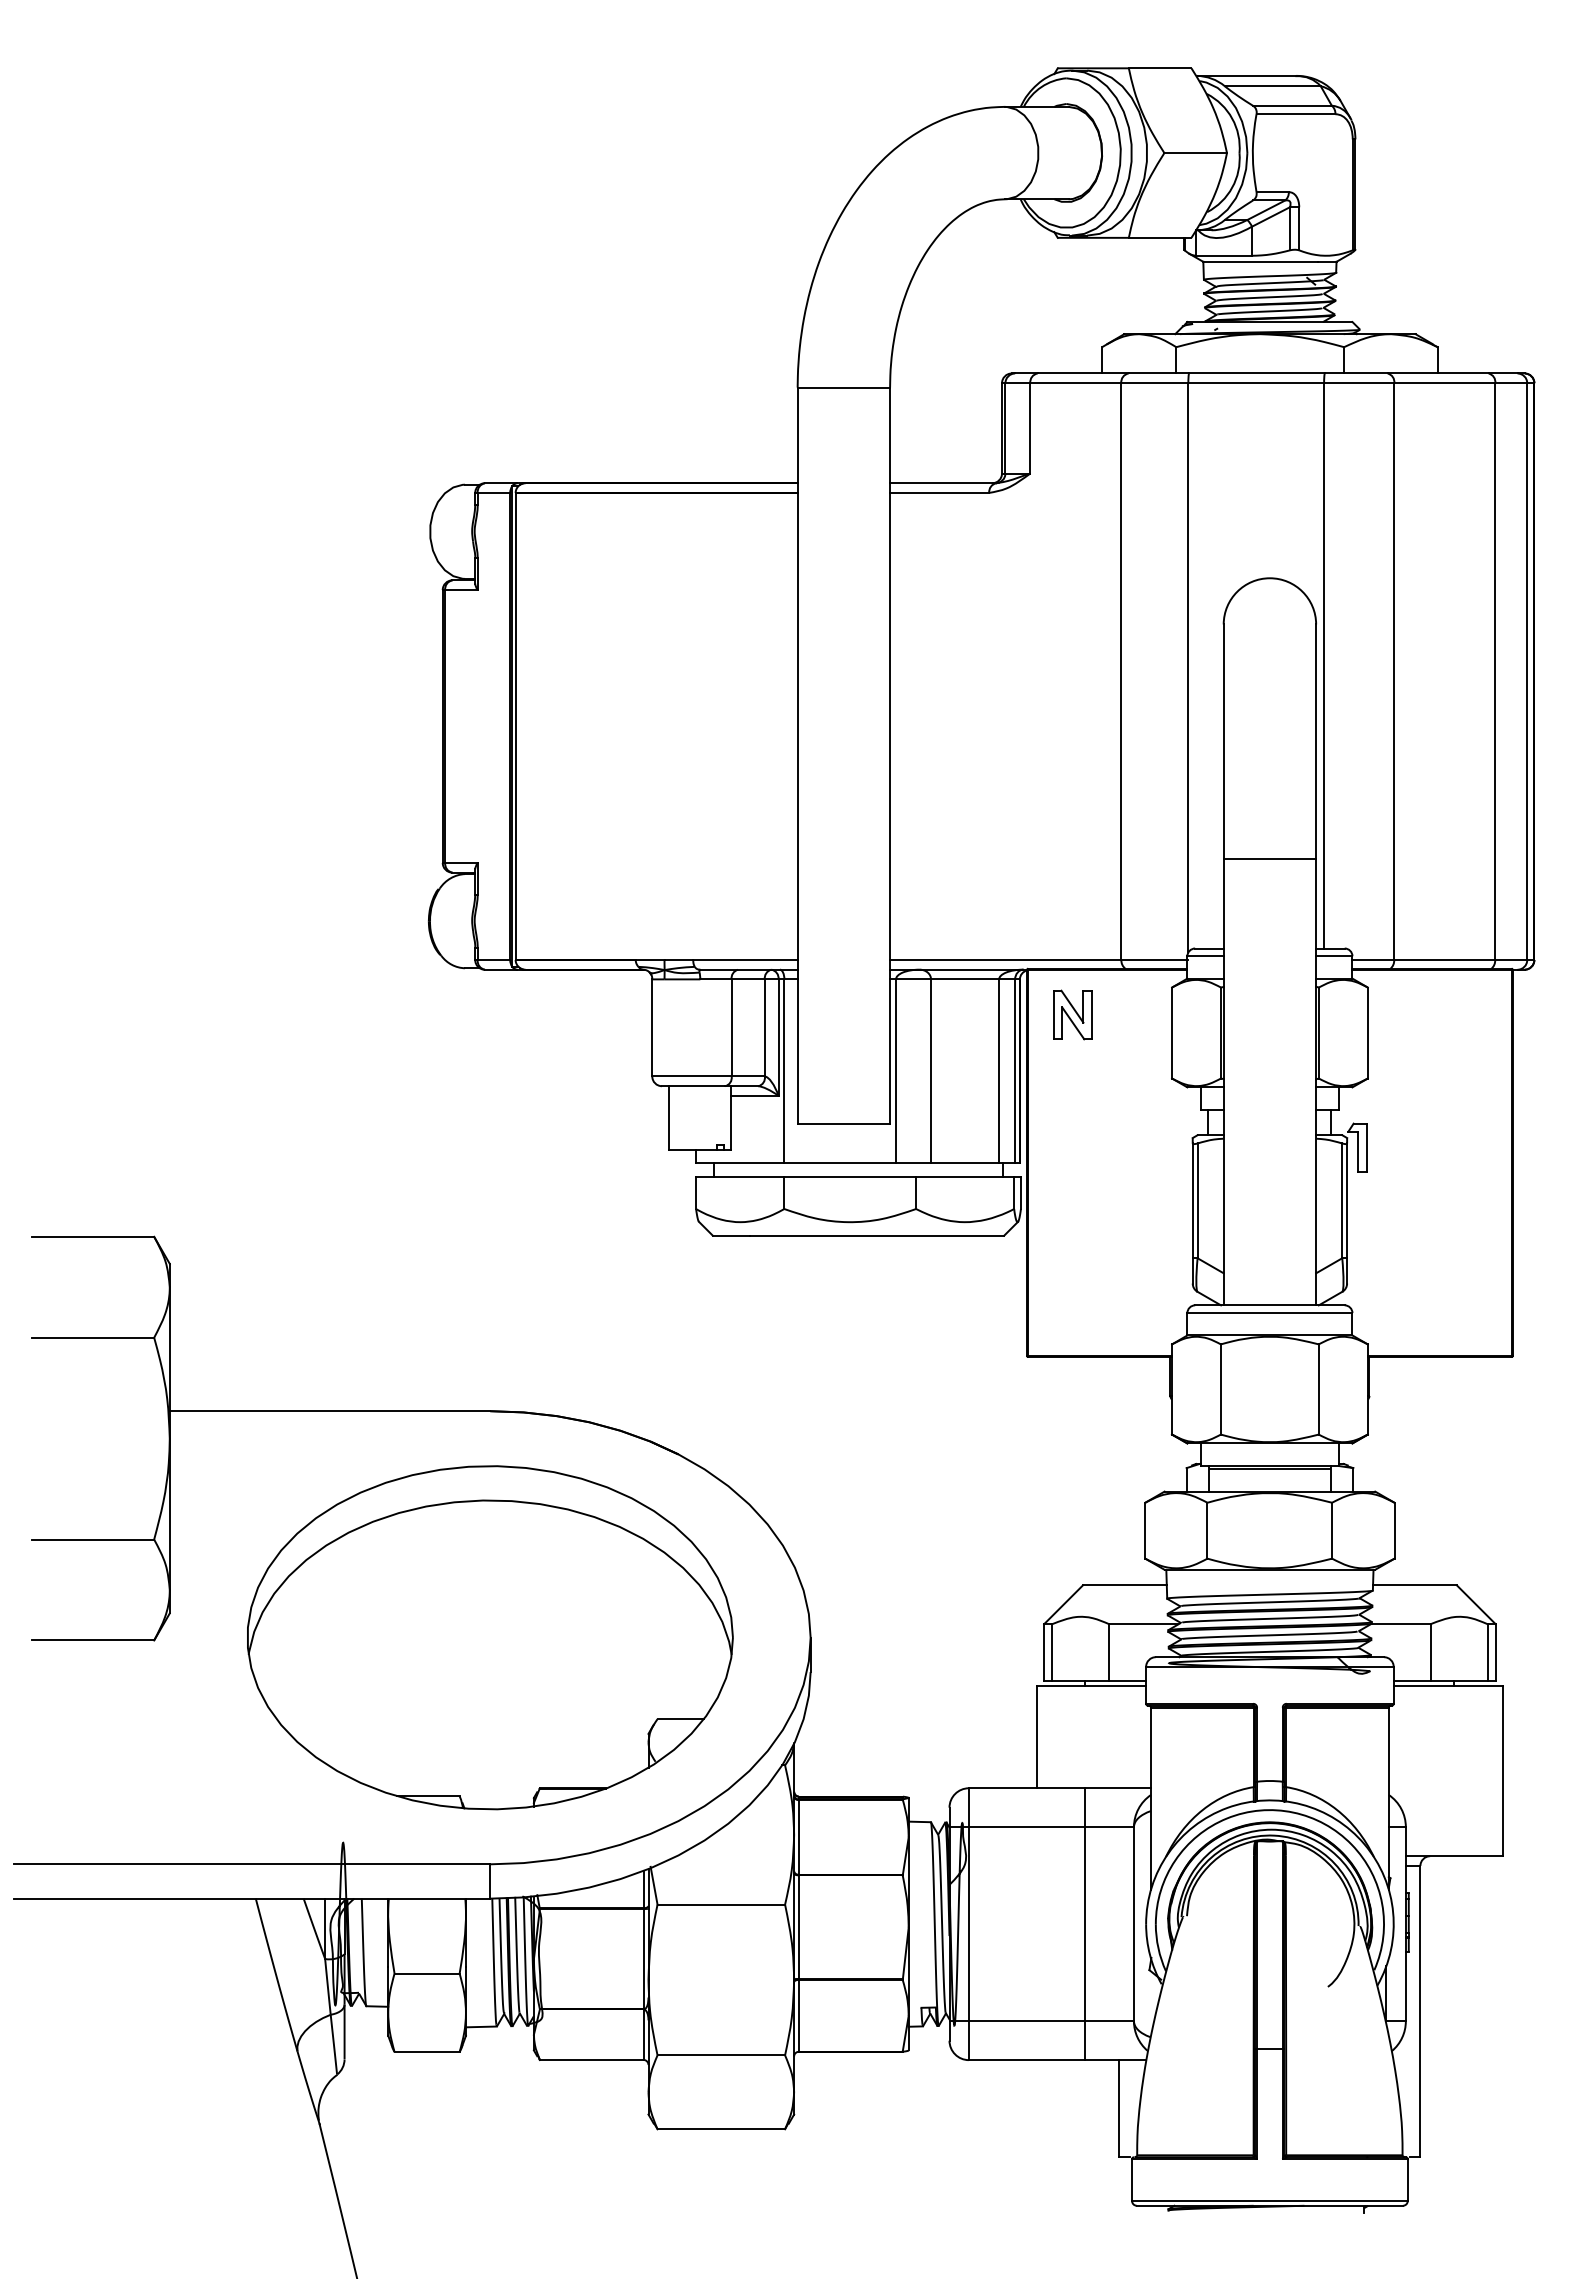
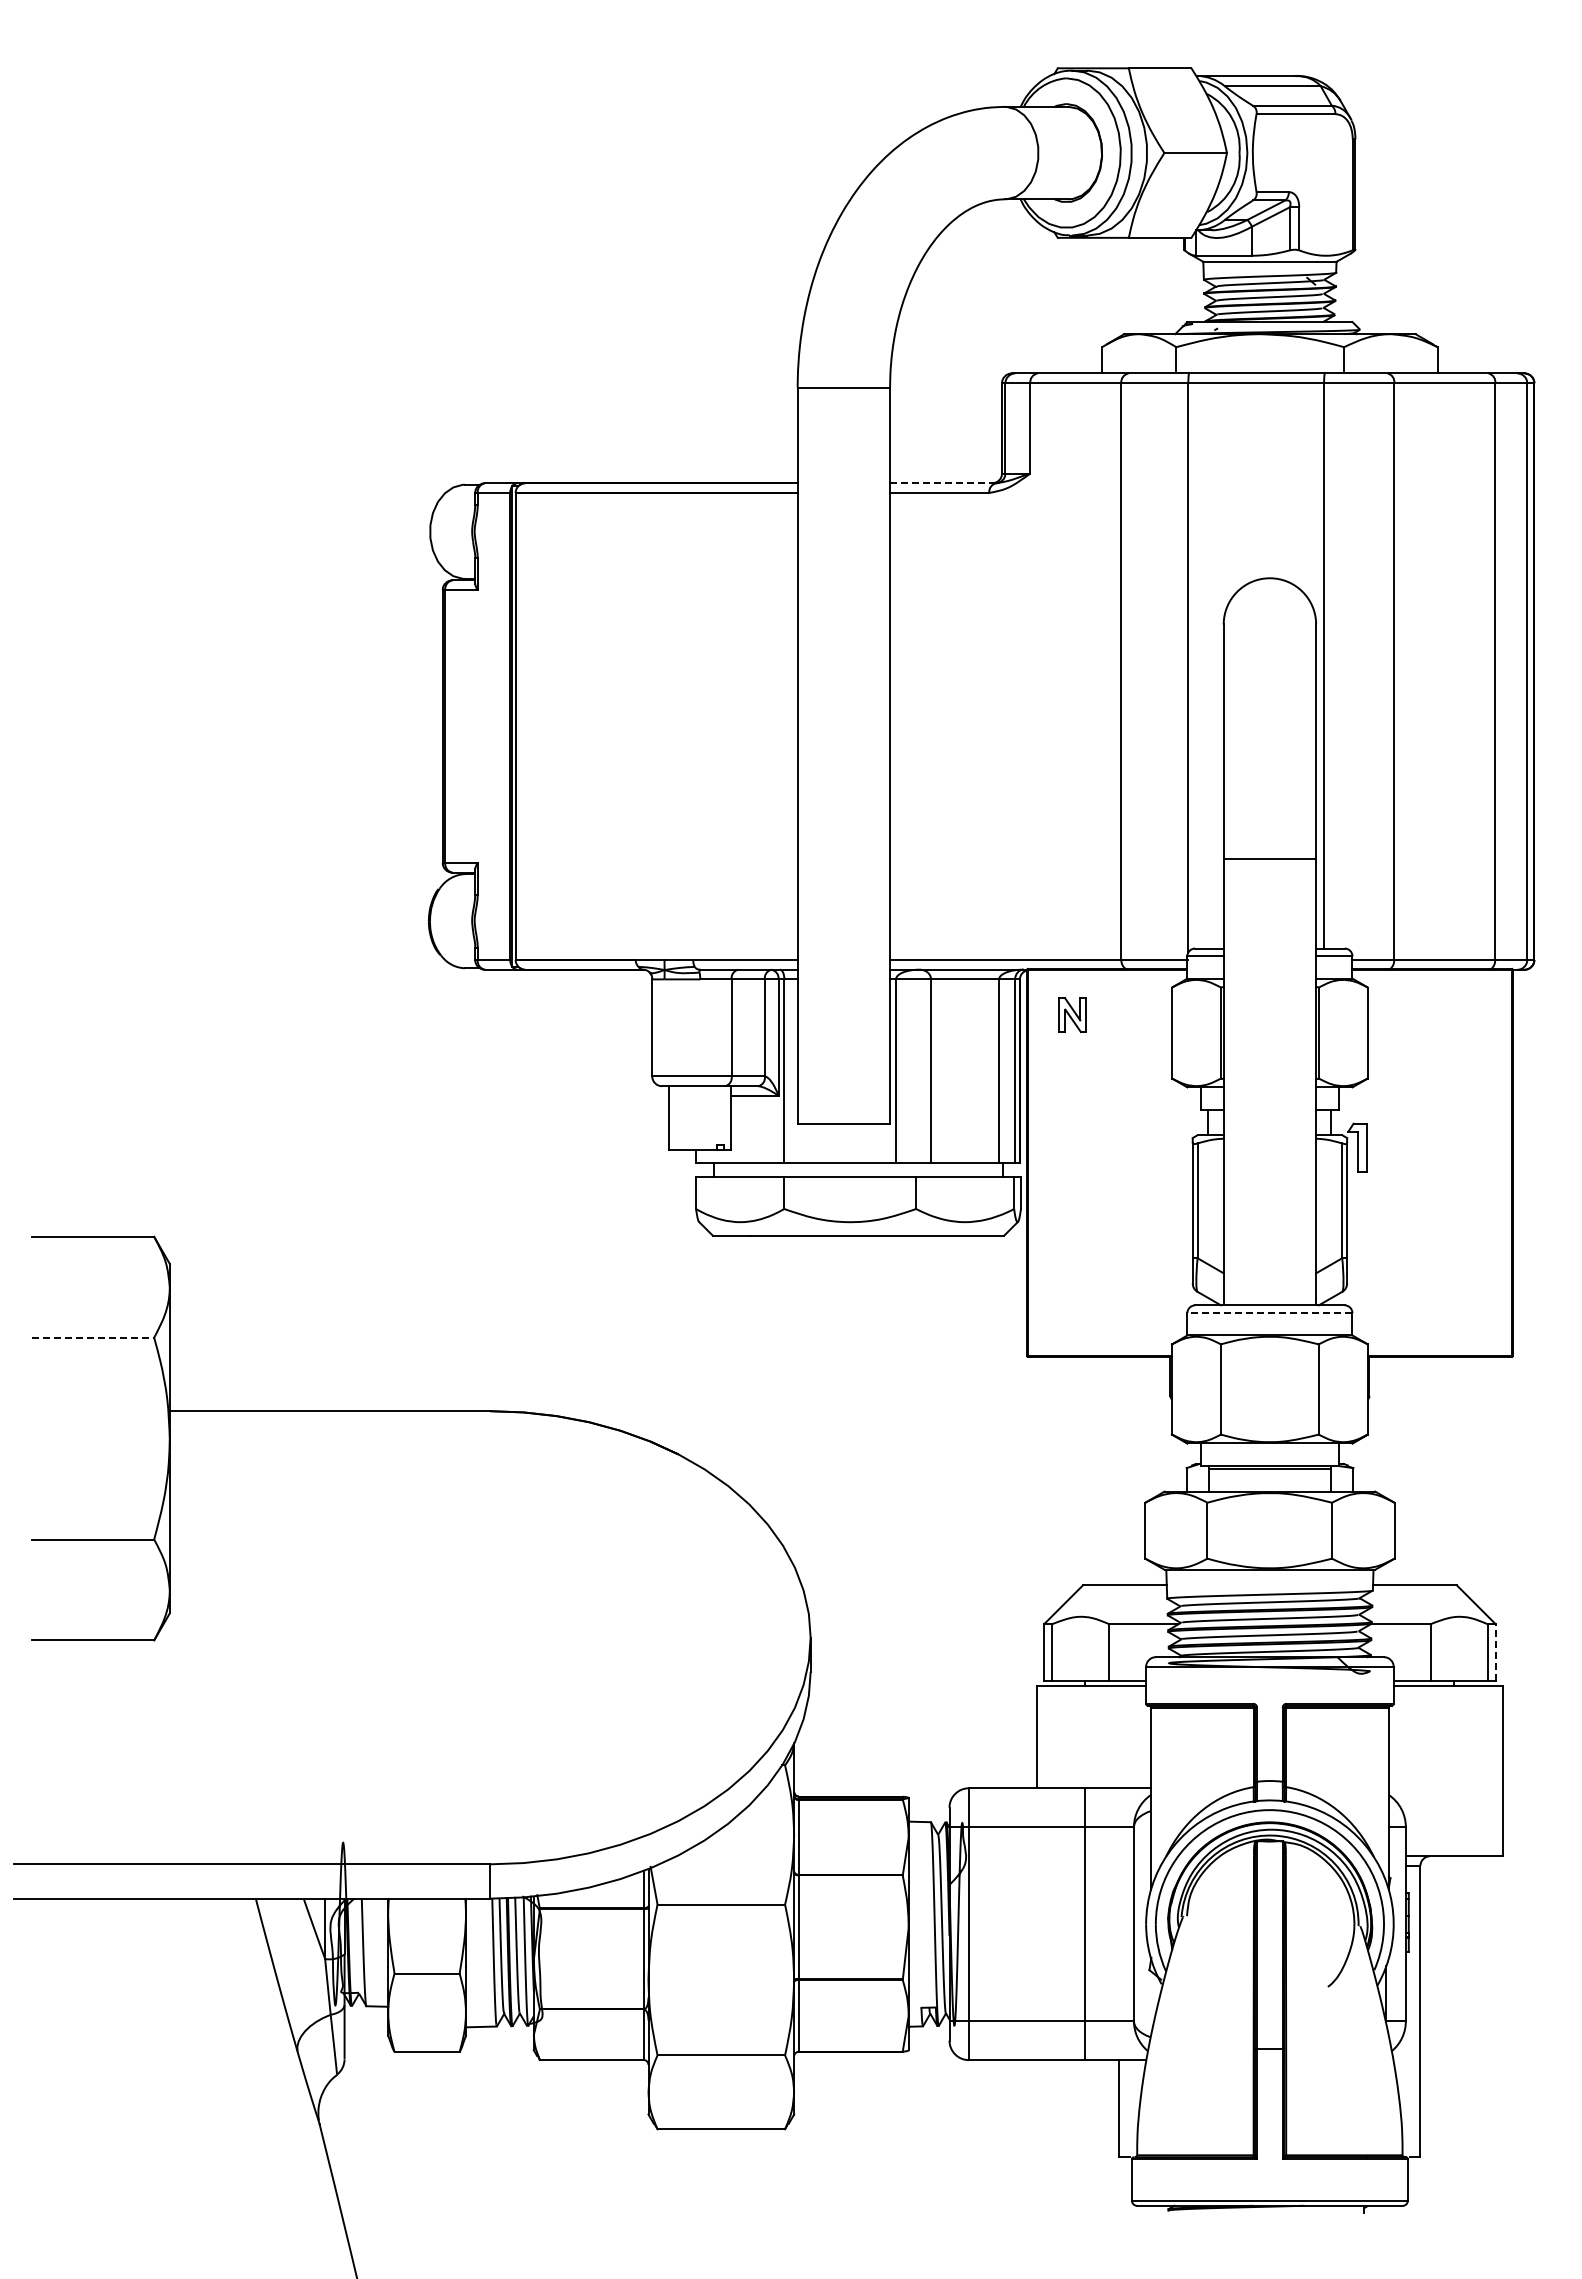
line at (943, 483): solid -> dashed
part at (1072, 1014) size: 40x52 px -> 29x36 px
line at (1269, 1313): solid -> dashed
line at (93, 1337): solid -> dashed
part at (490, 1637): present -> none
line at (1495, 1652): solid -> dashed
